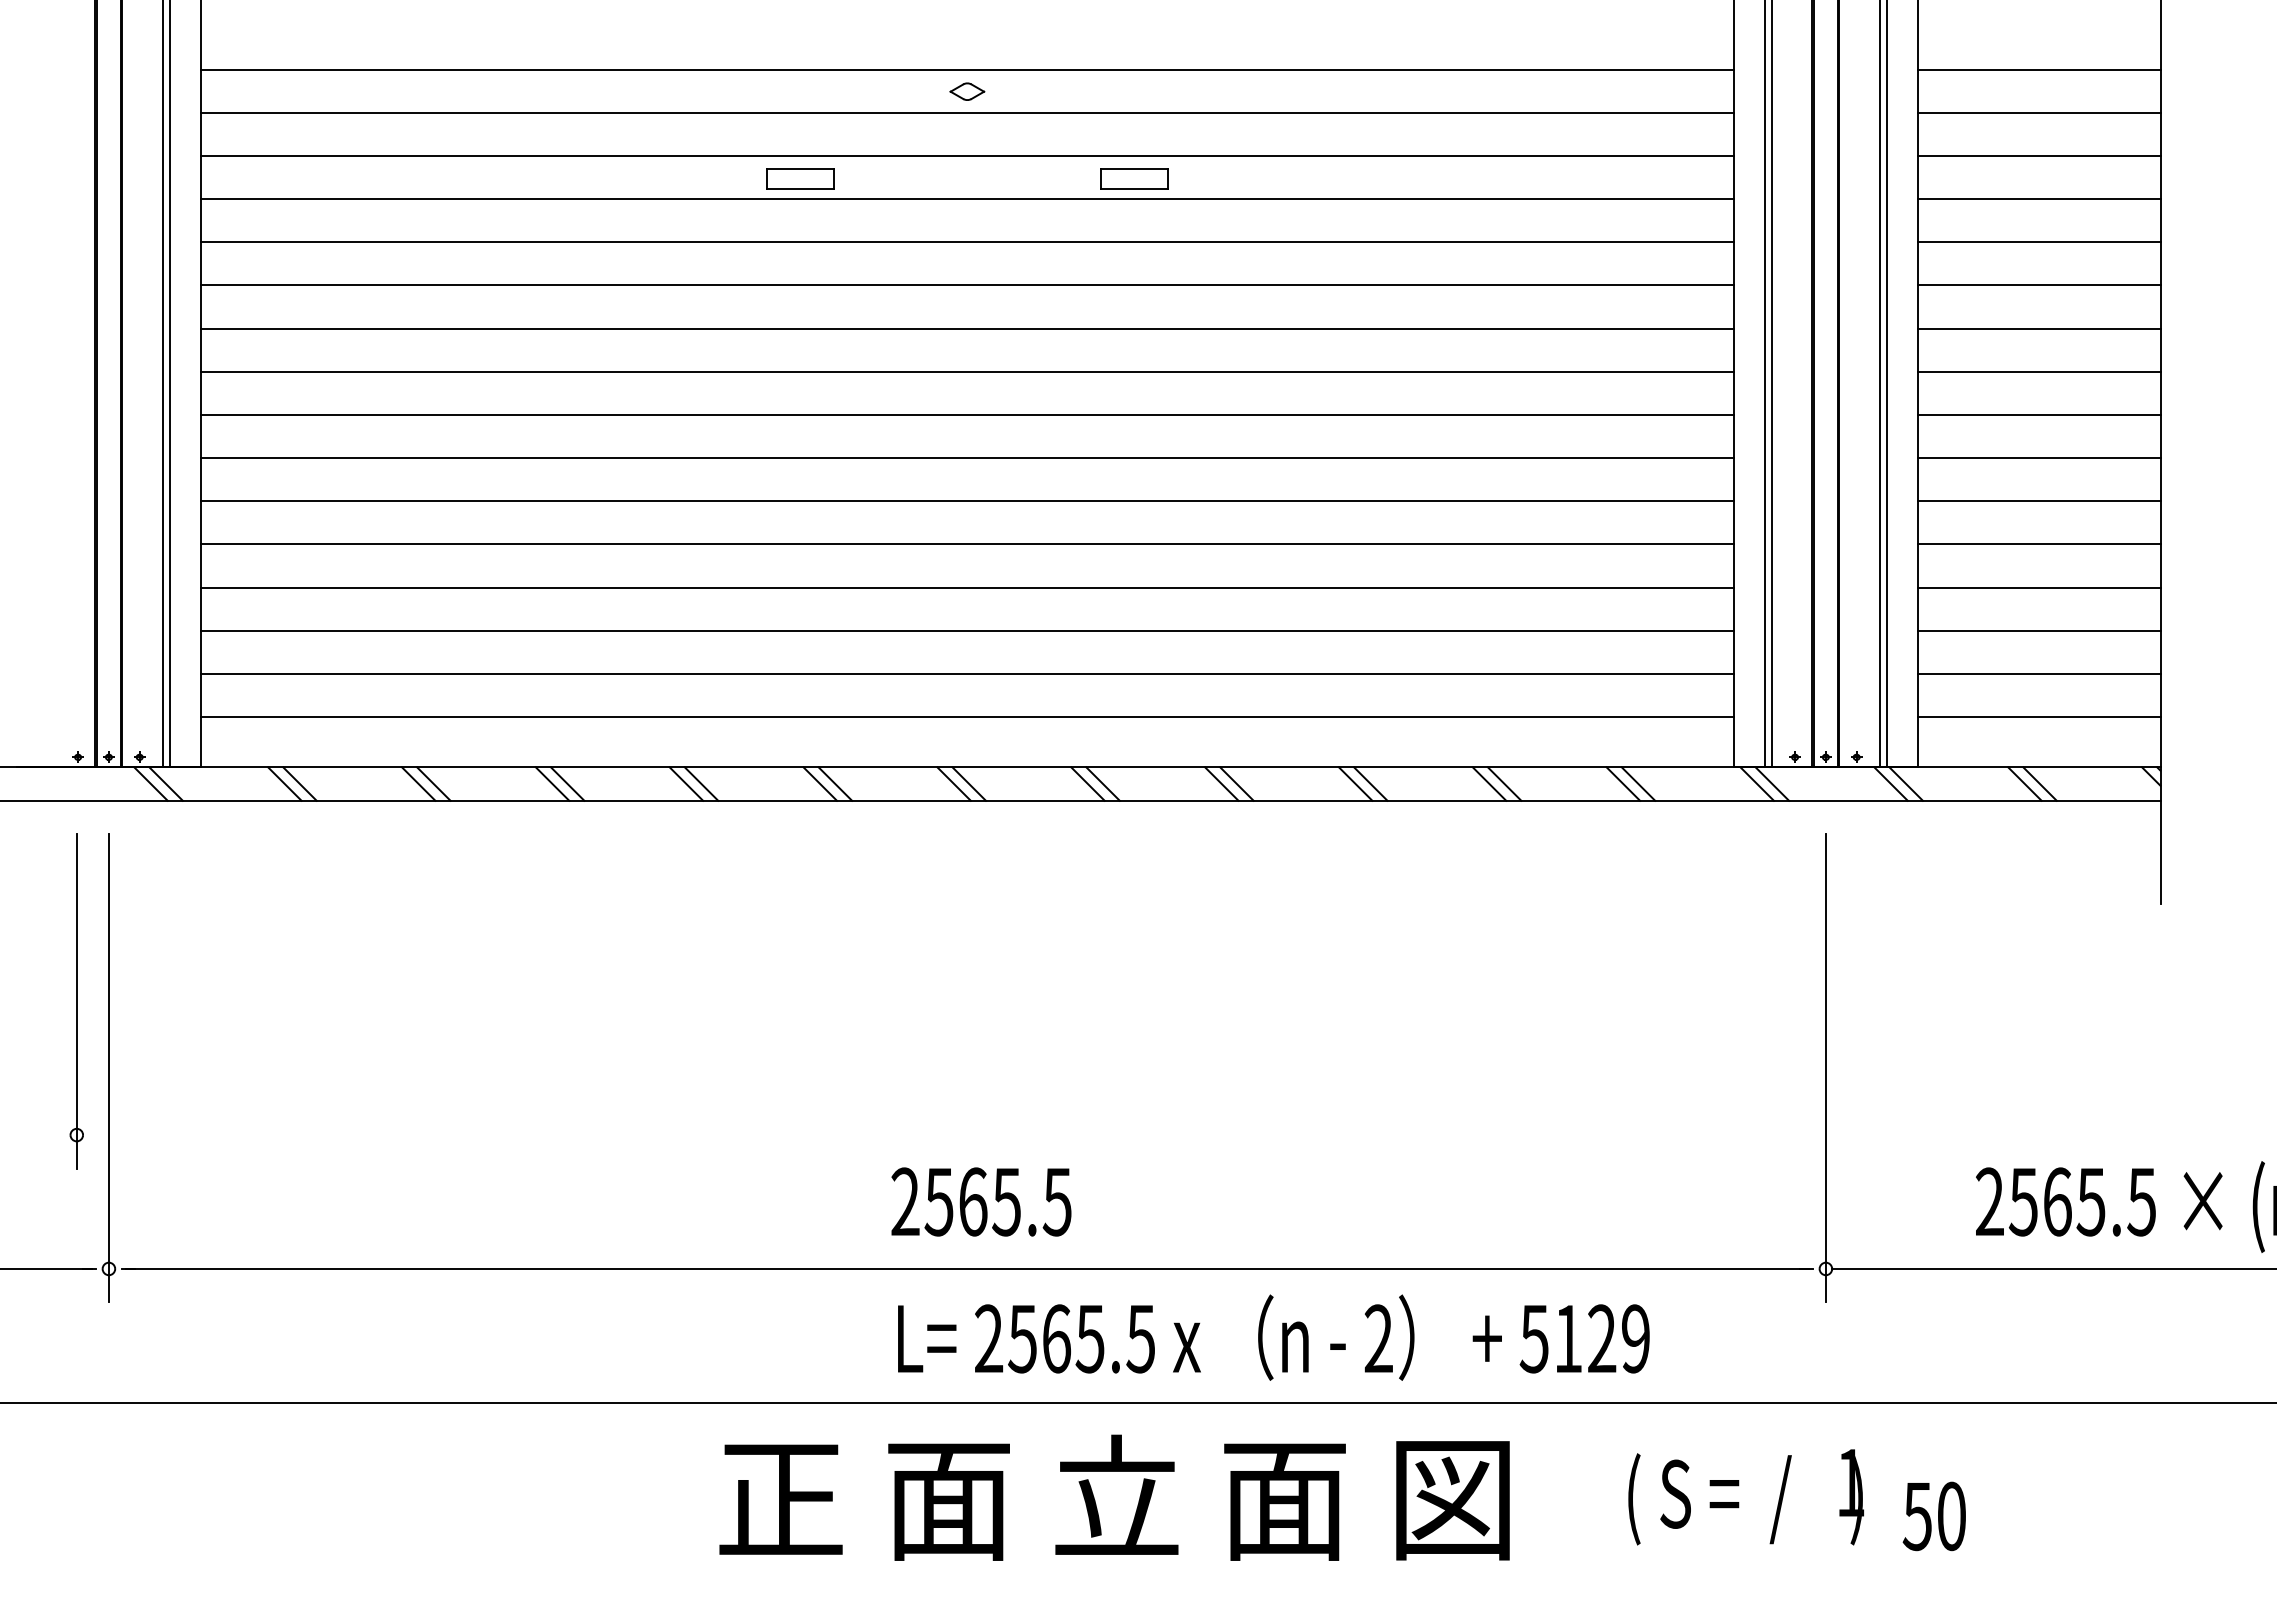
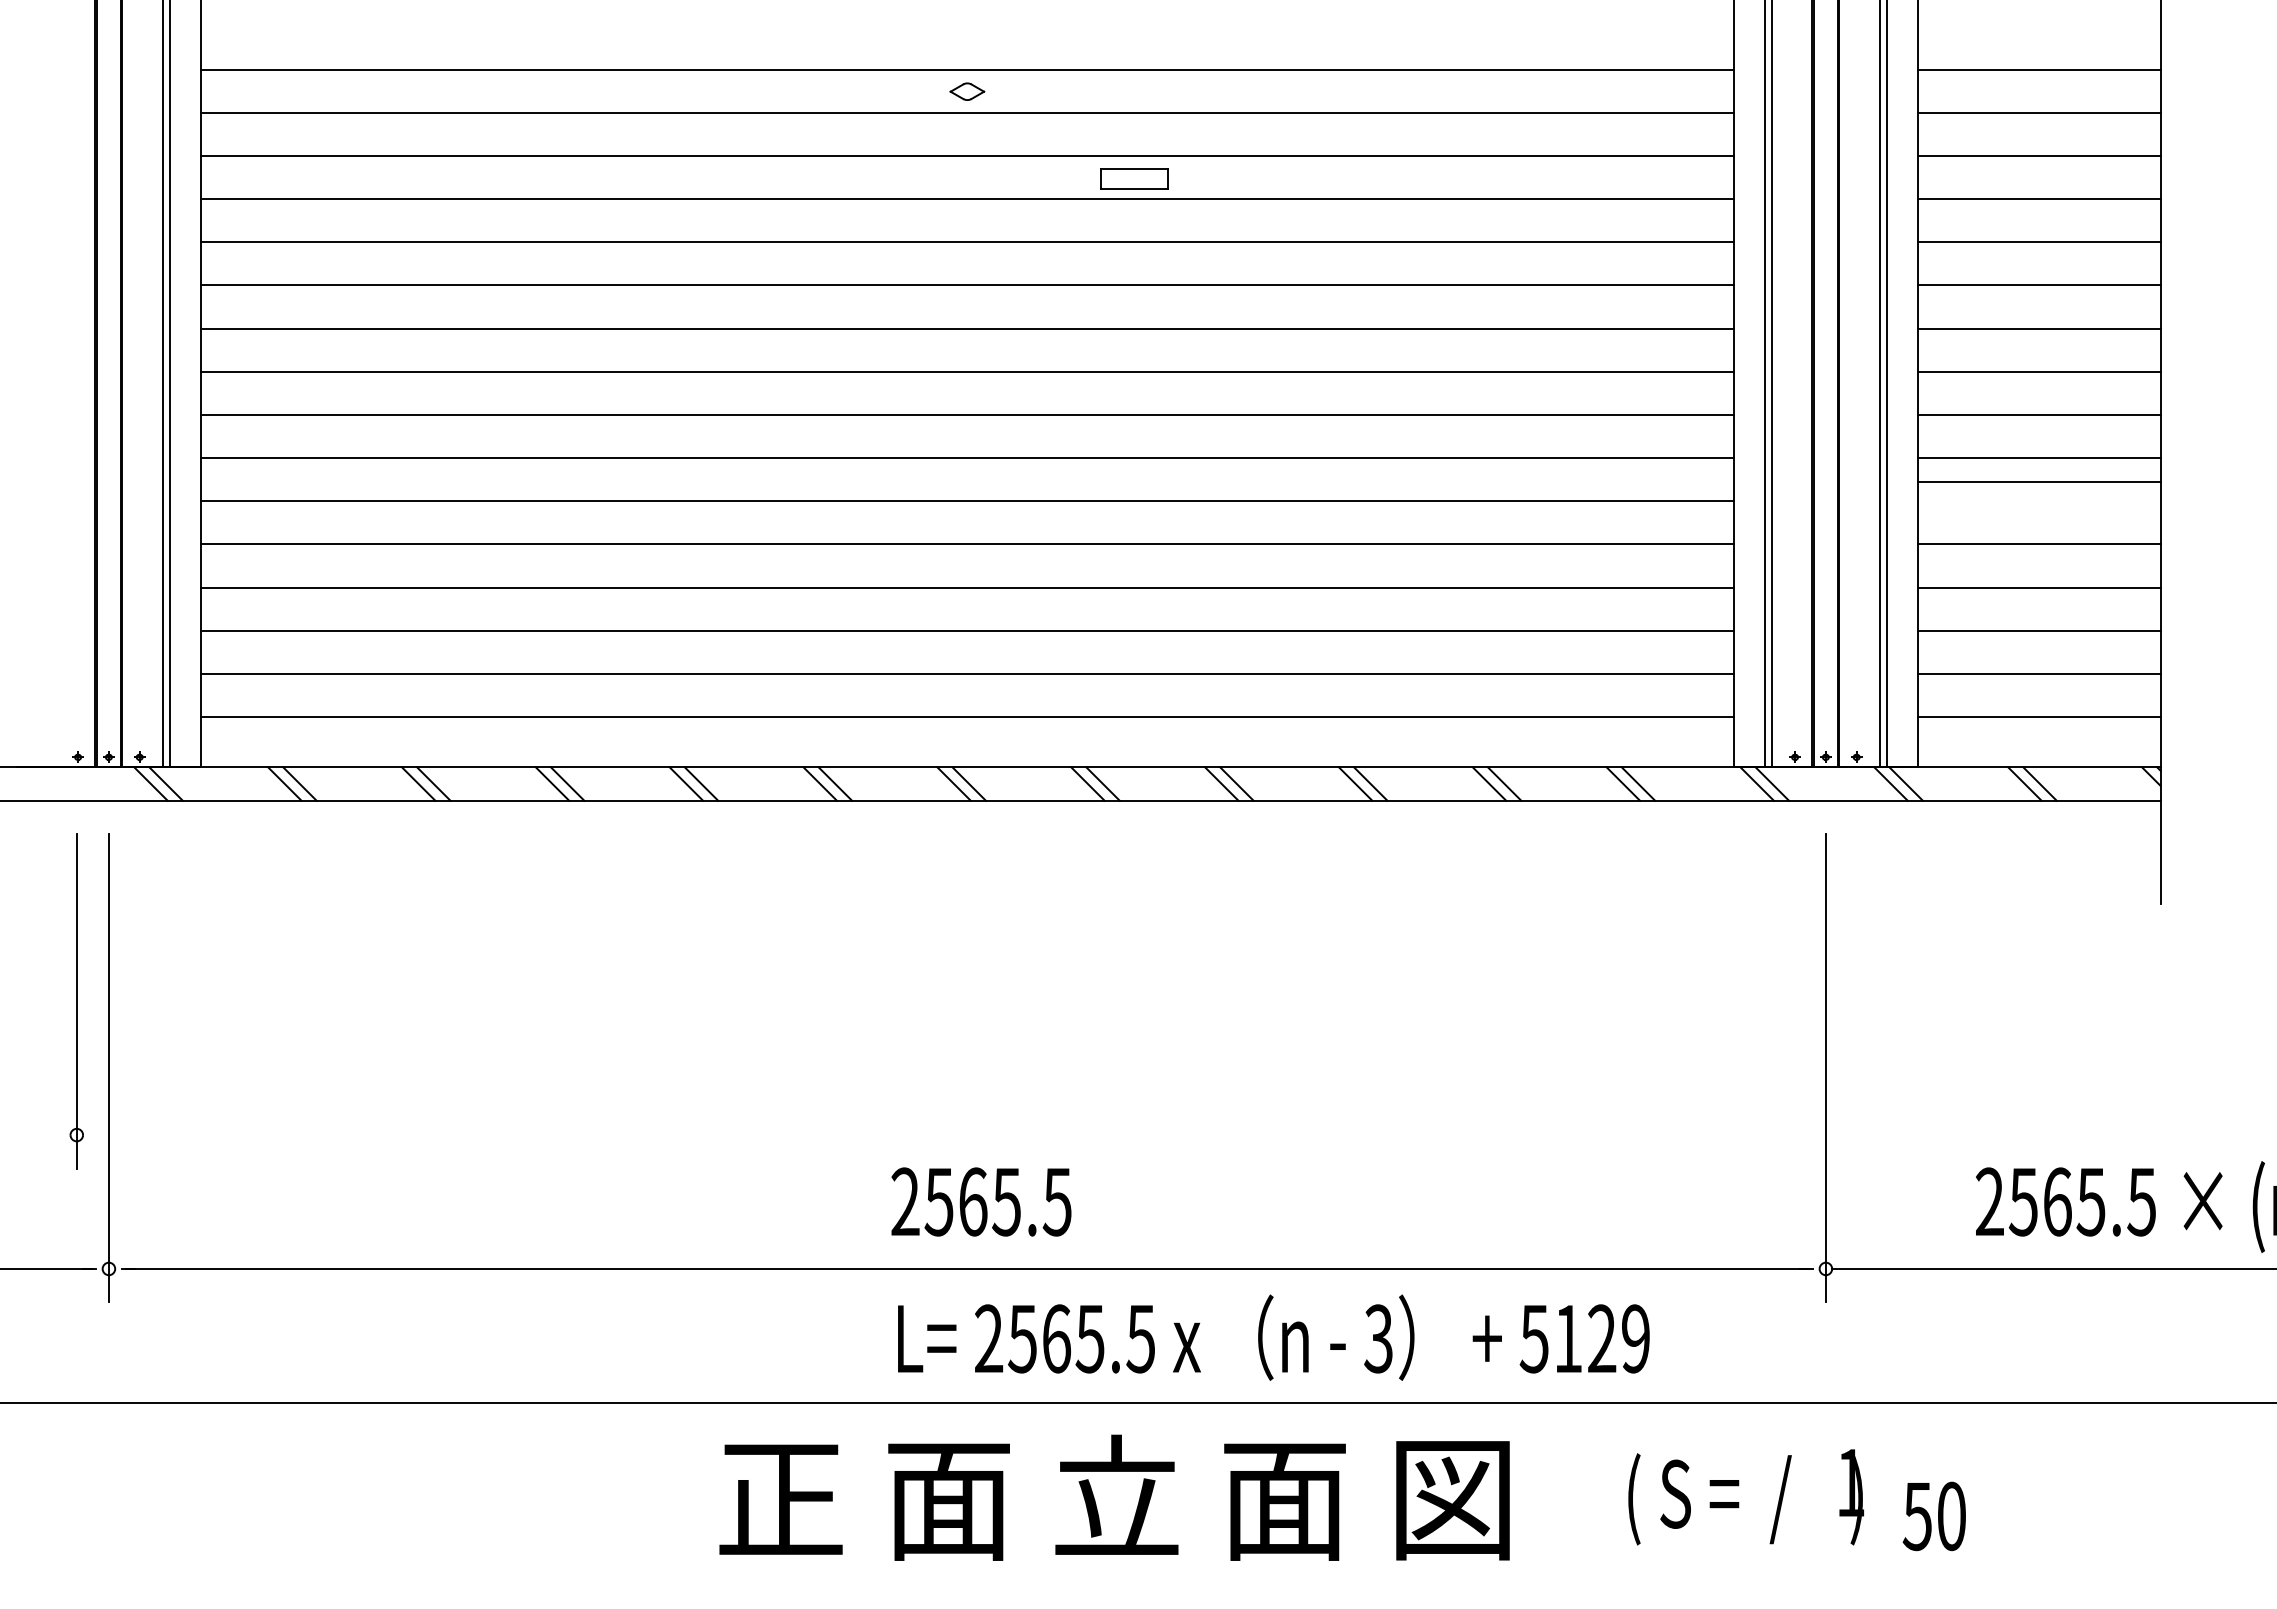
part at (800, 178): present -> none
line at (2039, 501) position: (2039, 501) -> (2039, 482)
text at (1378, 1338): 2 -> 3
